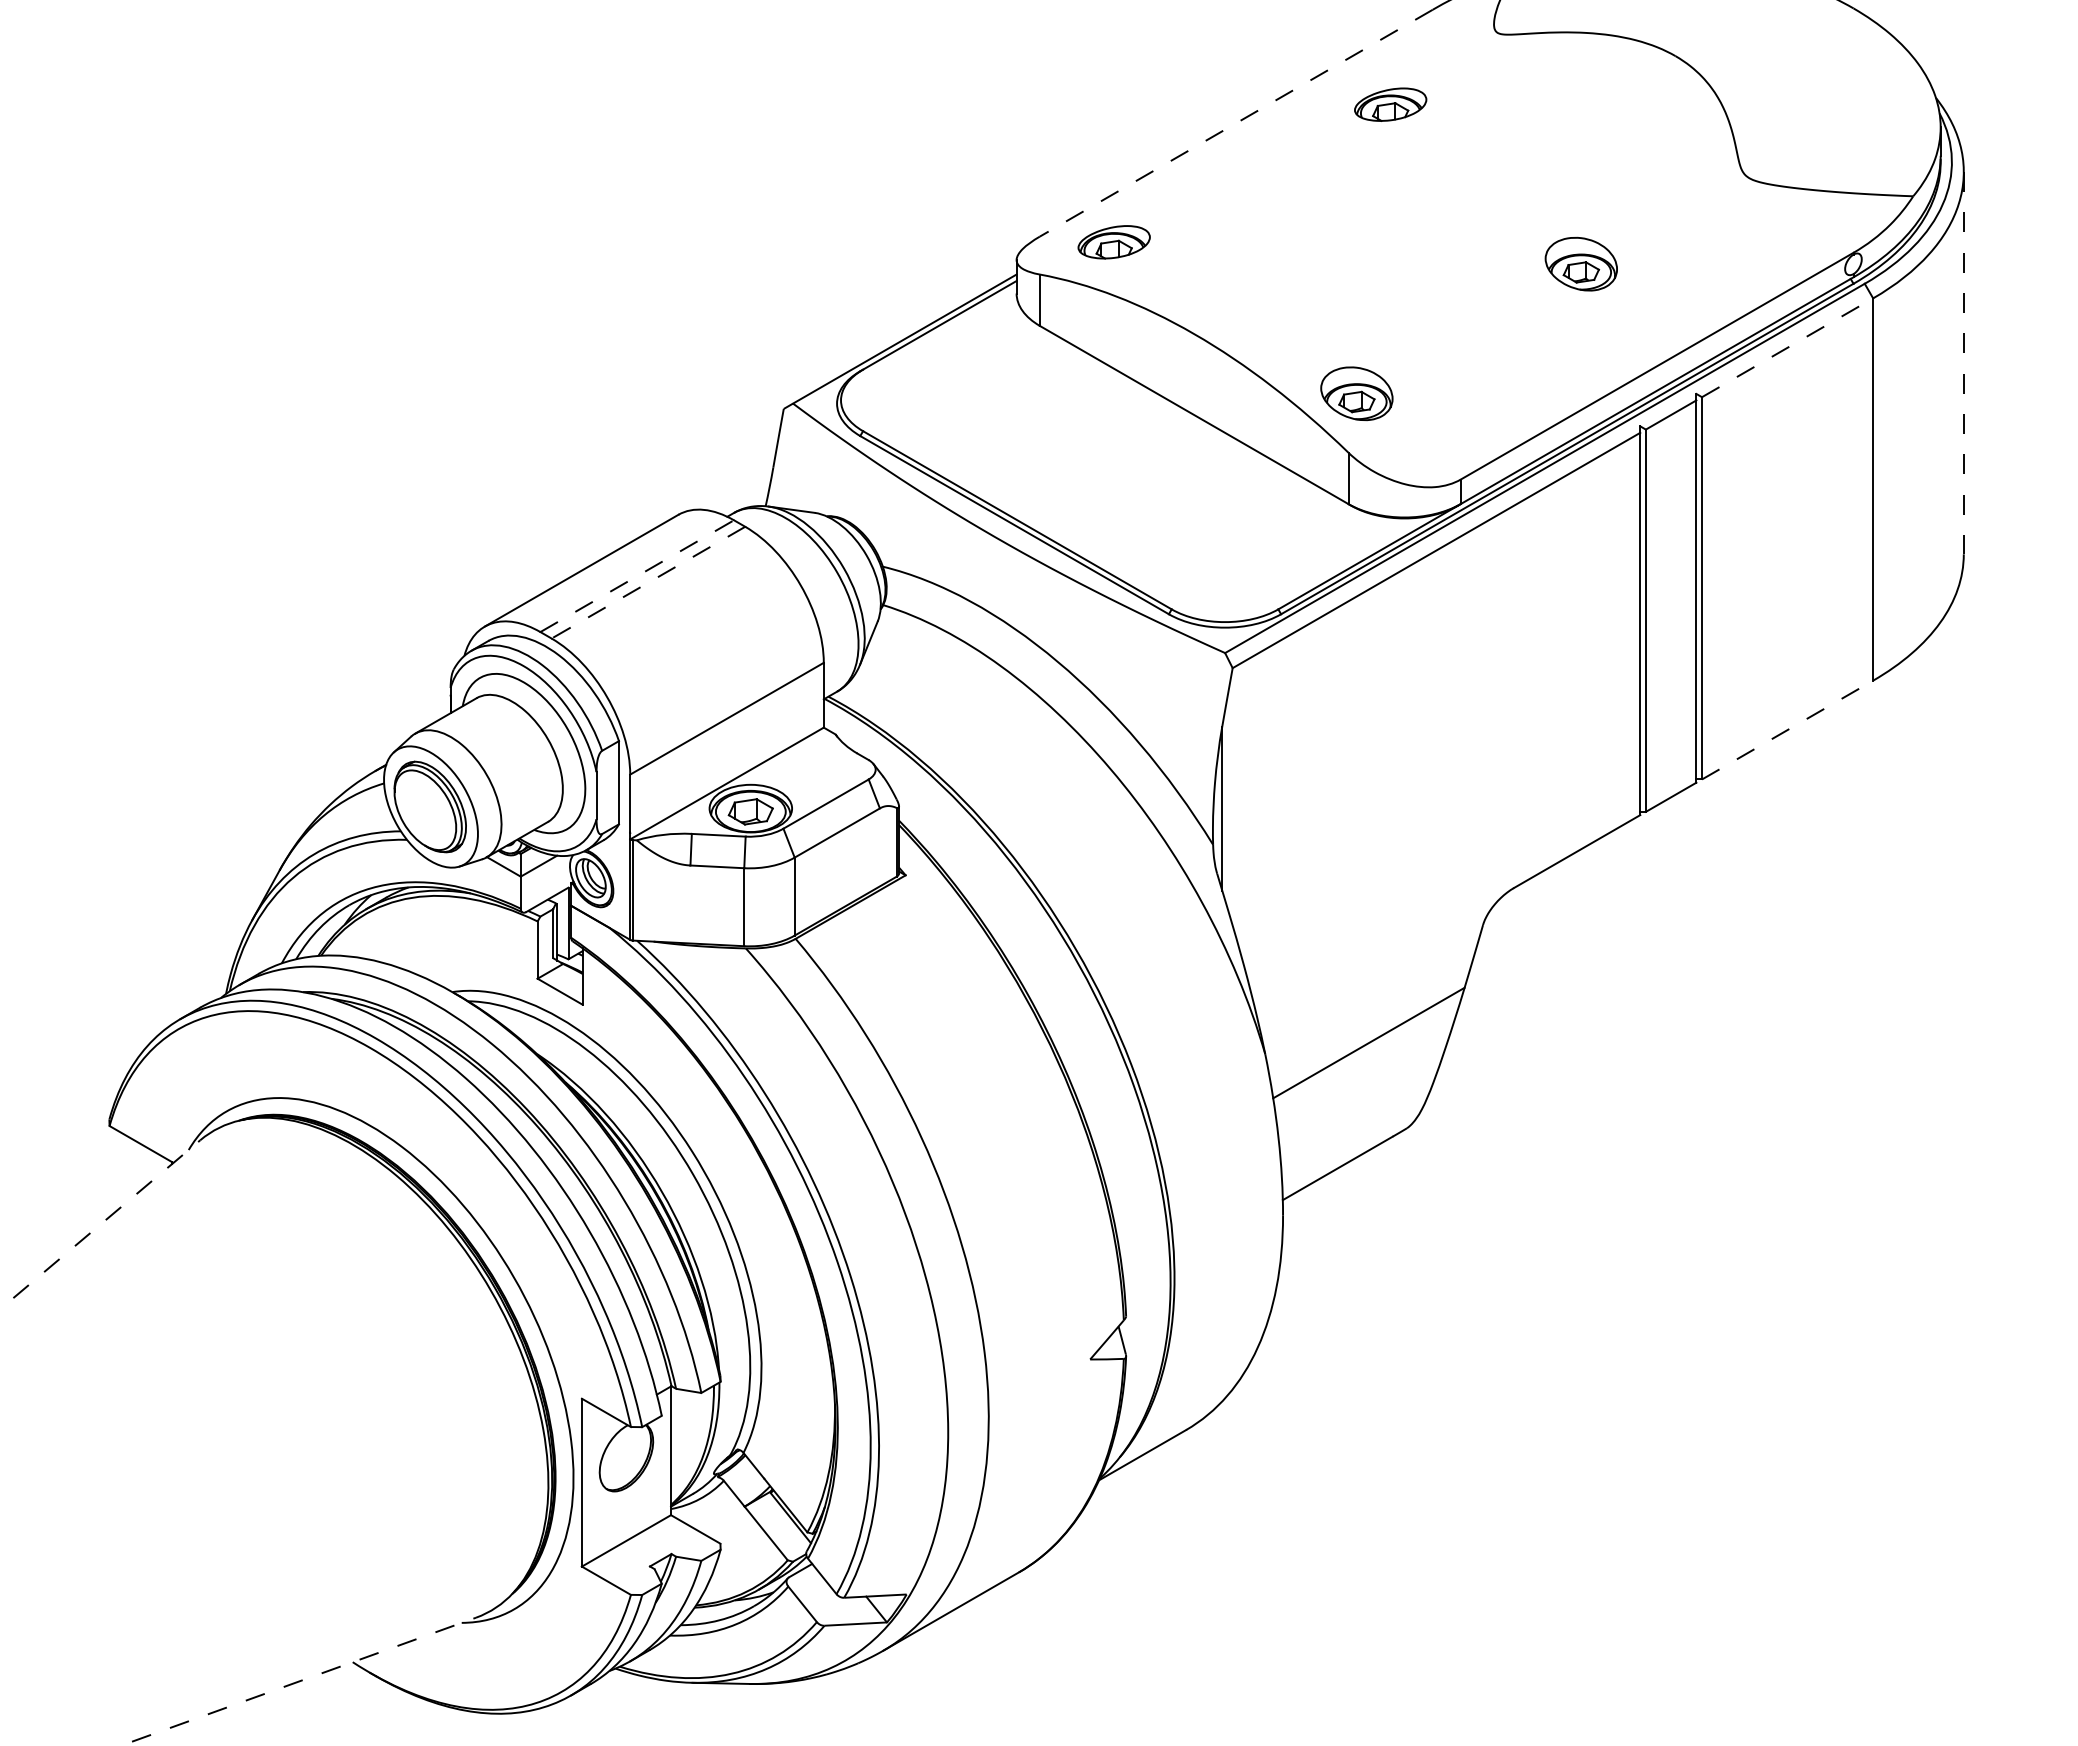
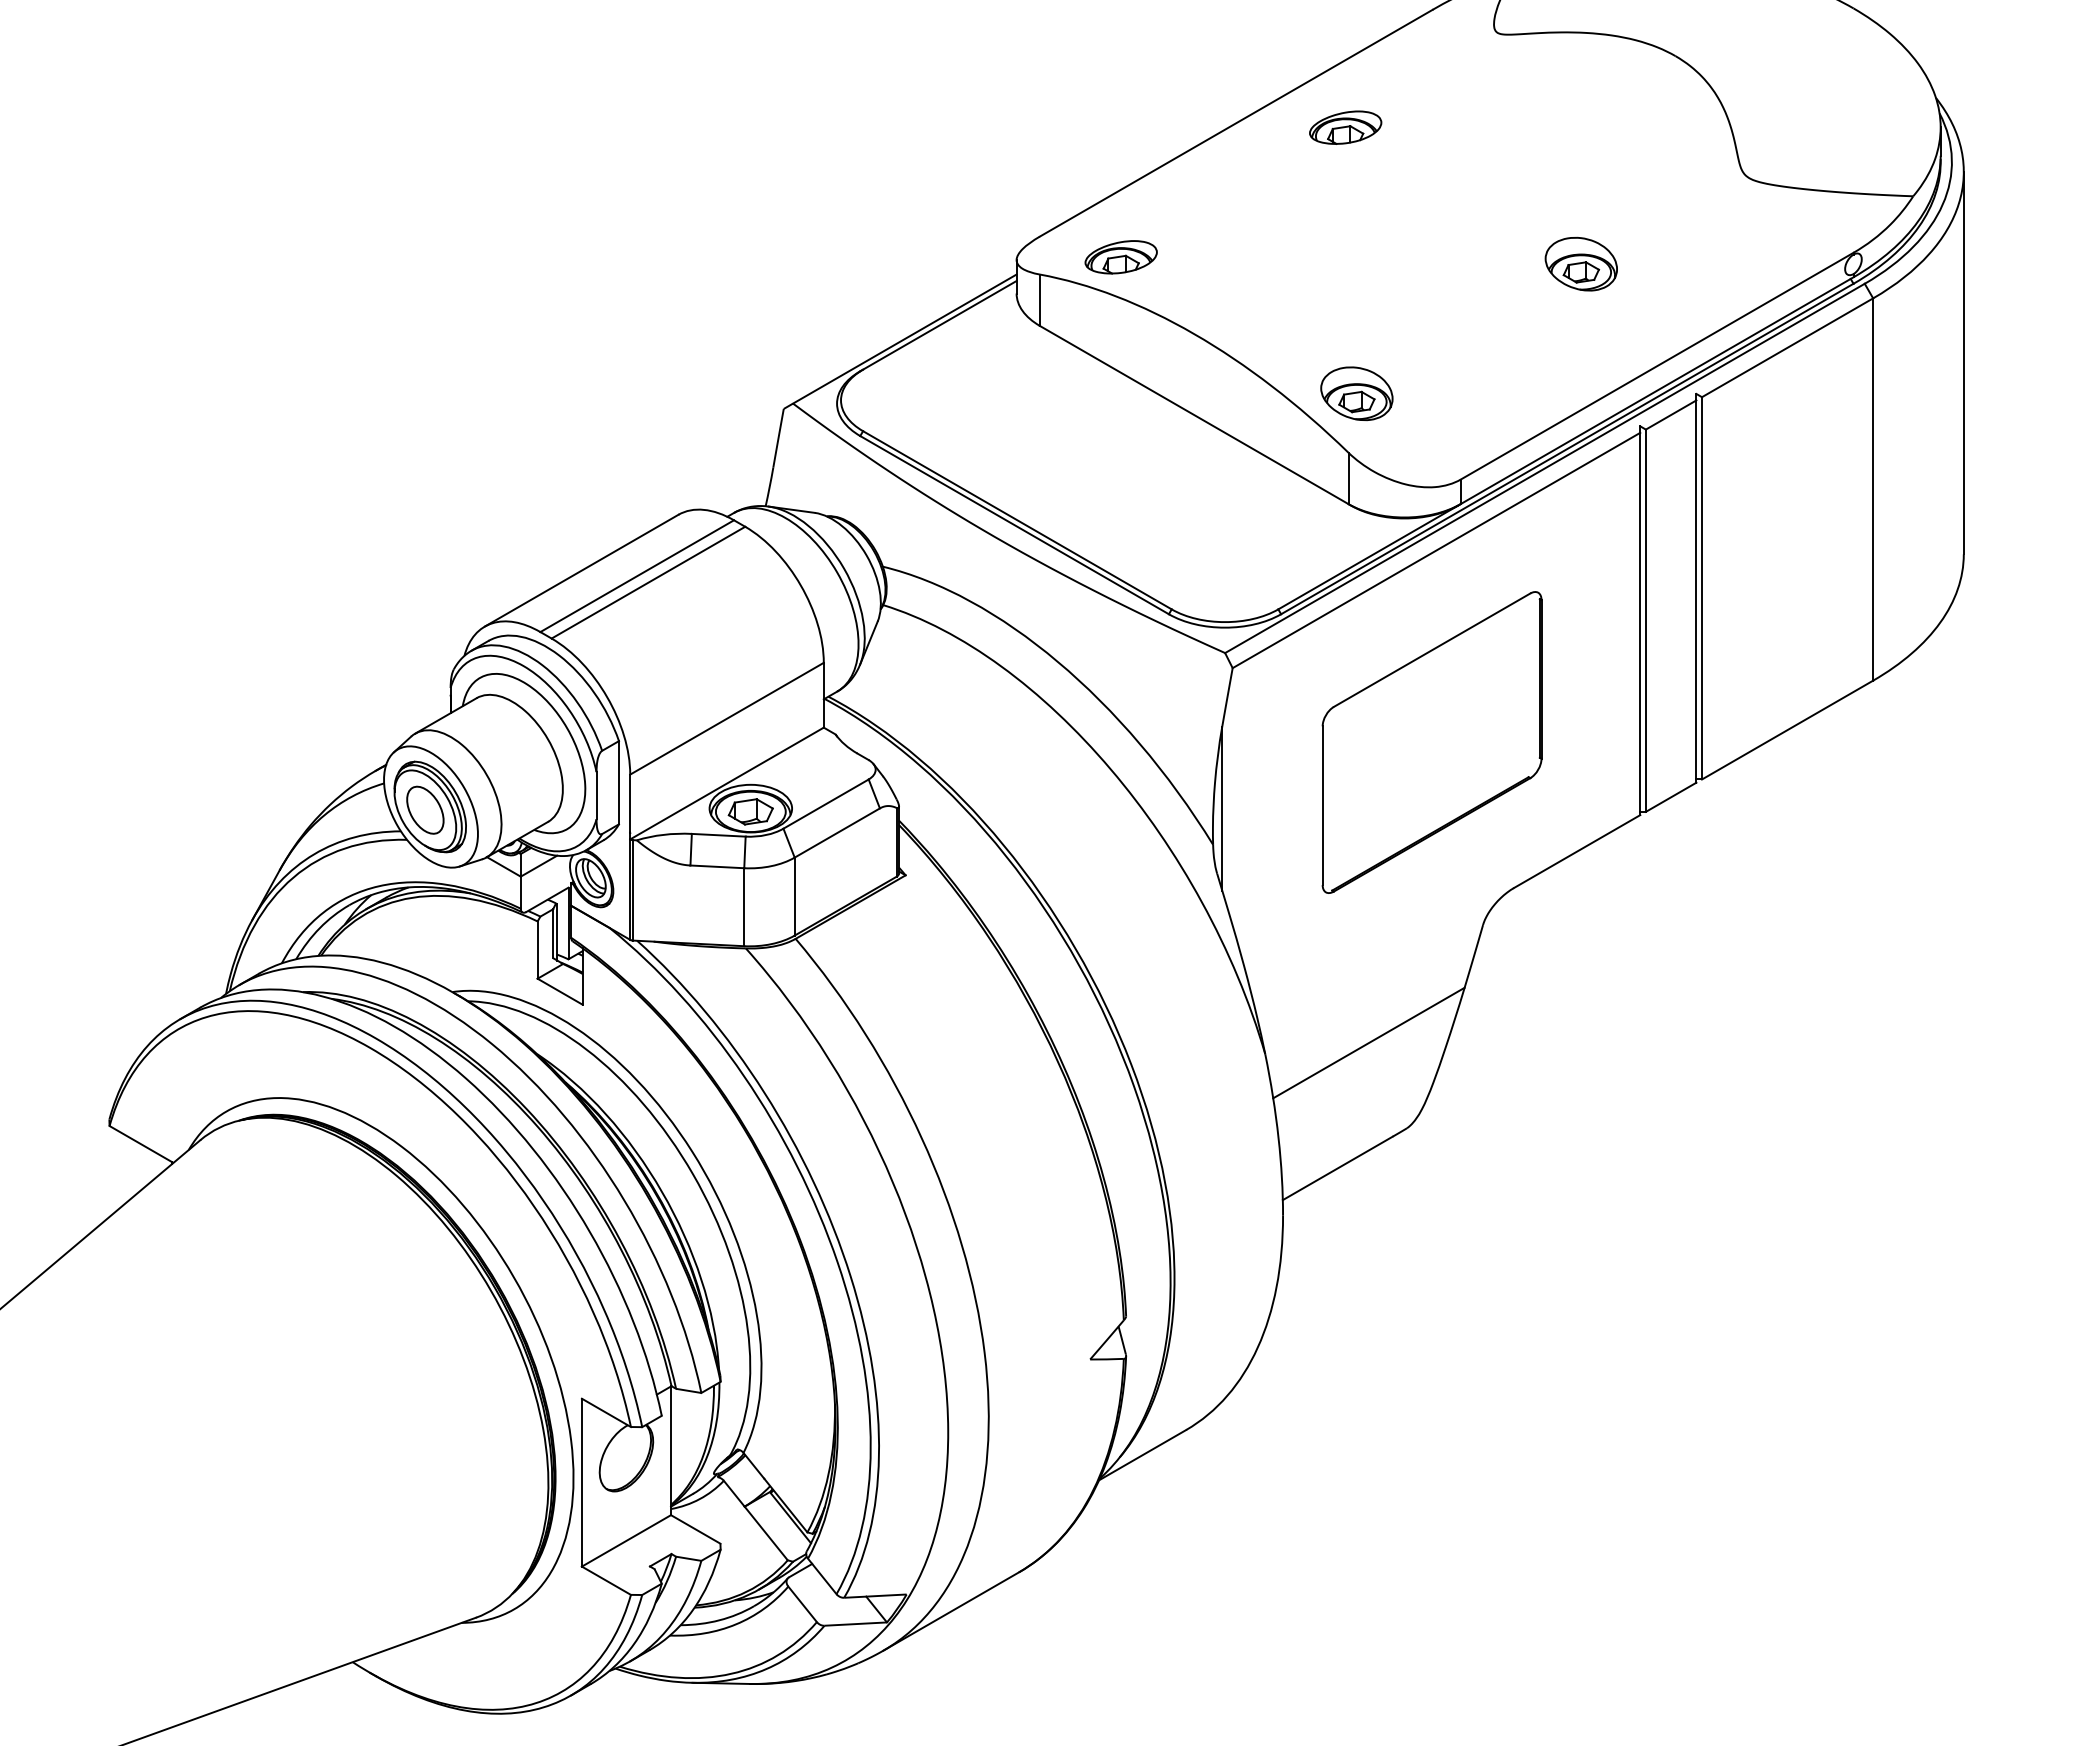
part at (1390, 104) position: (1390, 104) -> (1345, 127)
line at (1236, 123): dashed -> solid
part at (1113, 242) position: (1113, 242) -> (1120, 257)
line at (1787, 347): dashed -> solid
line at (1963, 363): dashed -> solid
line at (637, 576): dashed -> solid
line at (648, 582): dashed -> solid
line at (1787, 730): dashed -> solid
part at (1431, 742): none -> present
part at (425, 809): none -> present
line at (100, 1224): dashed -> solid
line at (298, 1681): dashed -> solid
